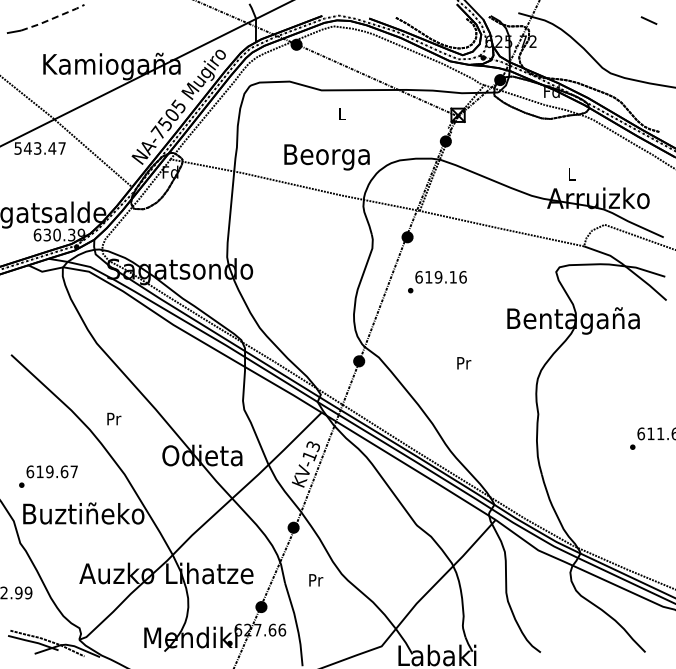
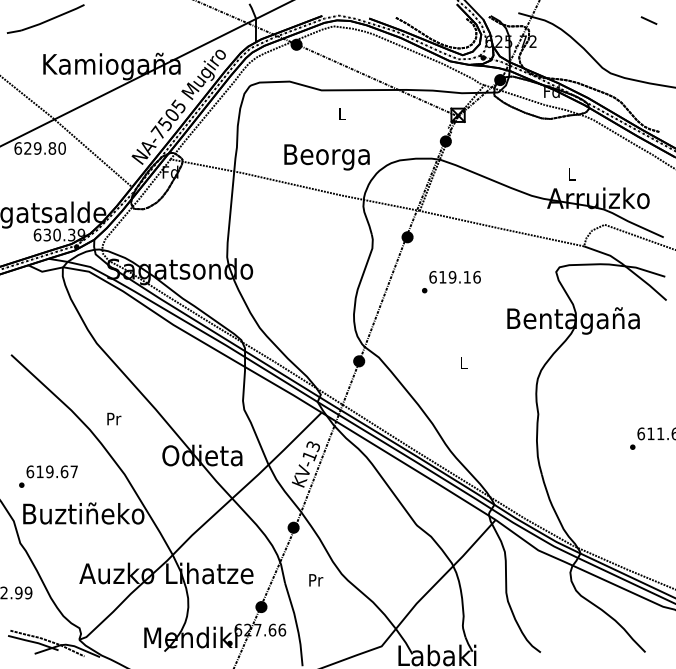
line at (53, 18): dashed -> solid
text at (39, 148): 543.47 -> 629.80
text at (437, 282) position: (437, 282) -> (451, 282)
text at (464, 363): Pr -> L
